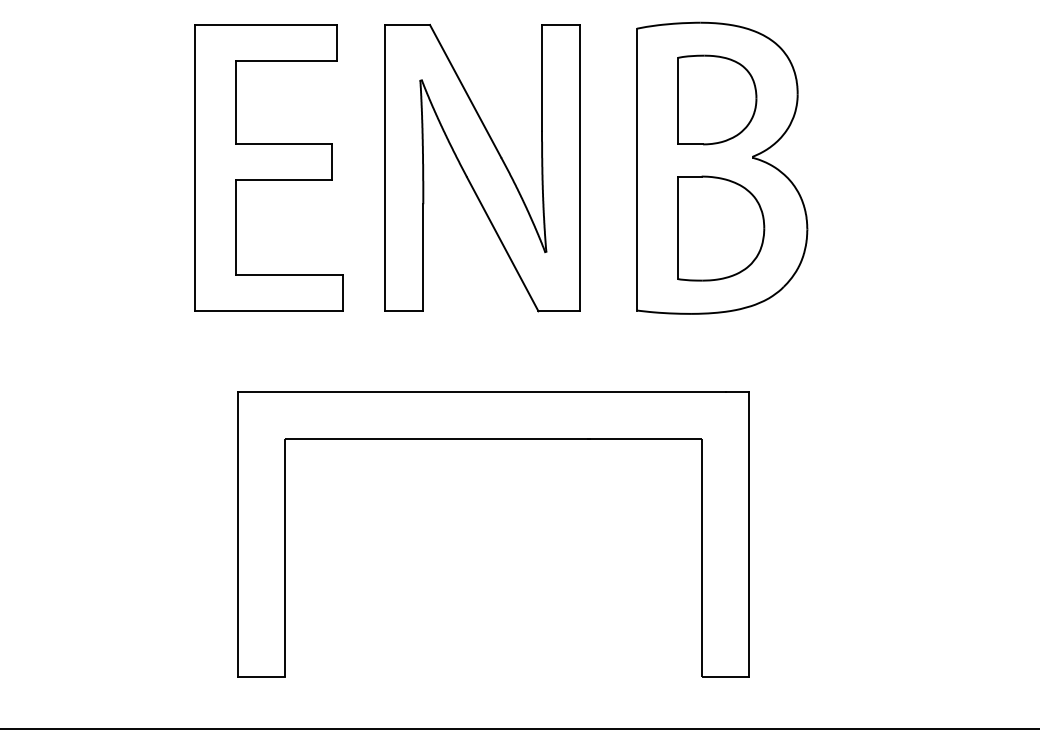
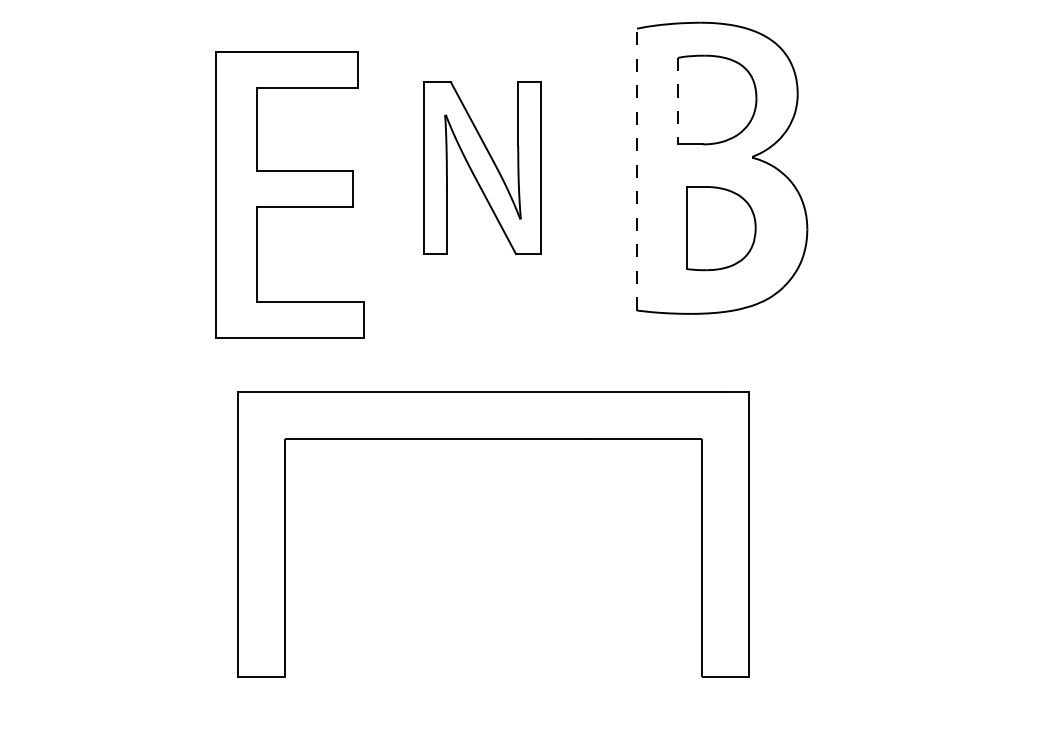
line at (677, 101): solid -> dashed
part at (268, 167) position: (268, 167) -> (289, 194)
part at (482, 168) size: 197x289 px -> 119x175 px
line at (636, 169): solid -> dashed
part at (721, 228) size: 89x107 px -> 71x86 px
line at (519, 729): present -> none
